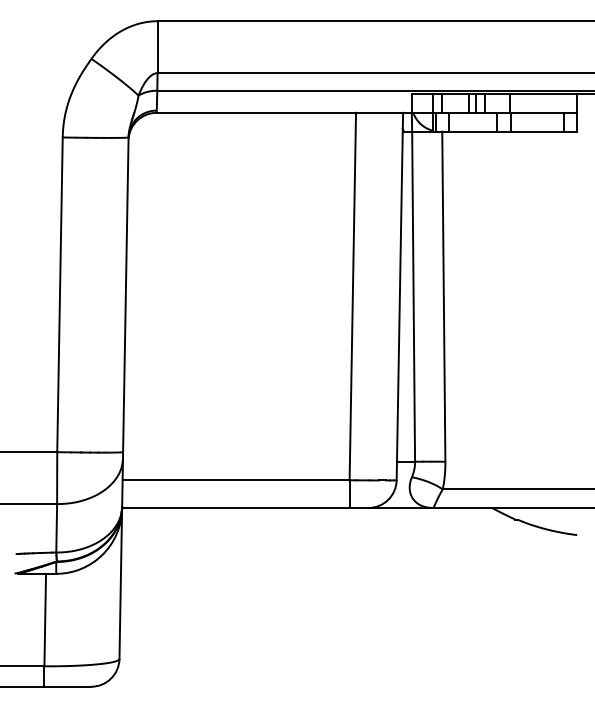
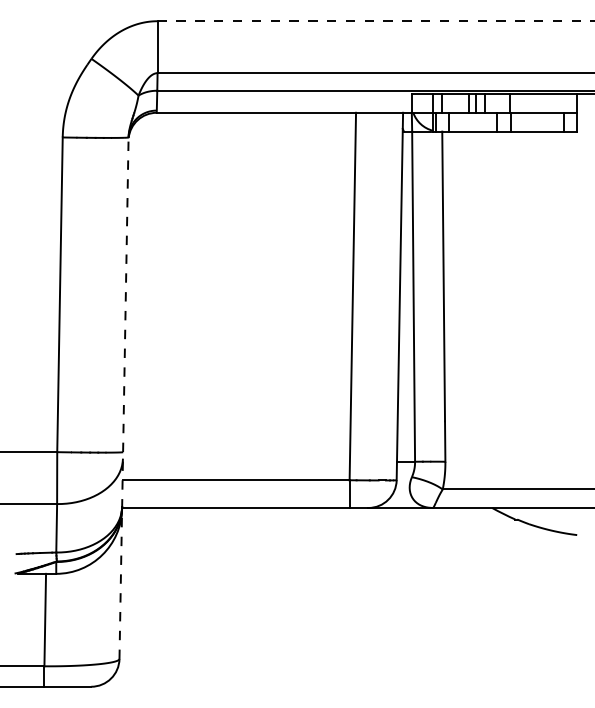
line at (376, 21): solid -> dashed
line at (124, 398): solid -> dashed
